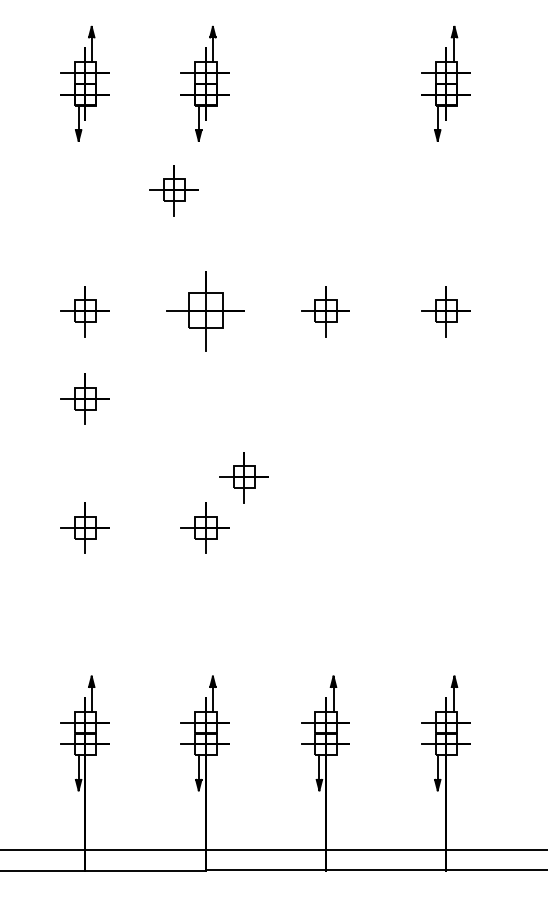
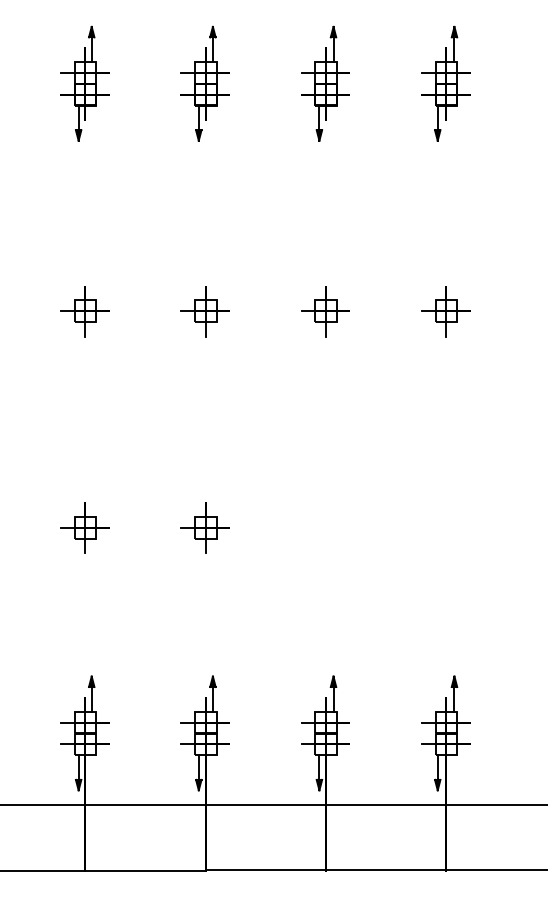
part at (325, 83): none -> present
part at (173, 190): present -> none
part at (205, 311) size: 79x81 px -> 50x52 px
part at (84, 398): present -> none
part at (243, 477): present -> none
line at (273, 849) position: (273, 849) -> (273, 804)
